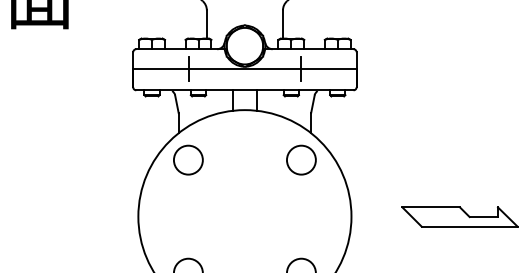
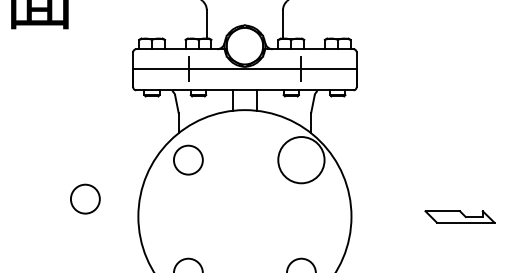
circle at (300, 159) diameter: 29 px -> 46 px
circle at (85, 198): none -> present
part at (459, 216) size: 118x22 px -> 72x14 px
